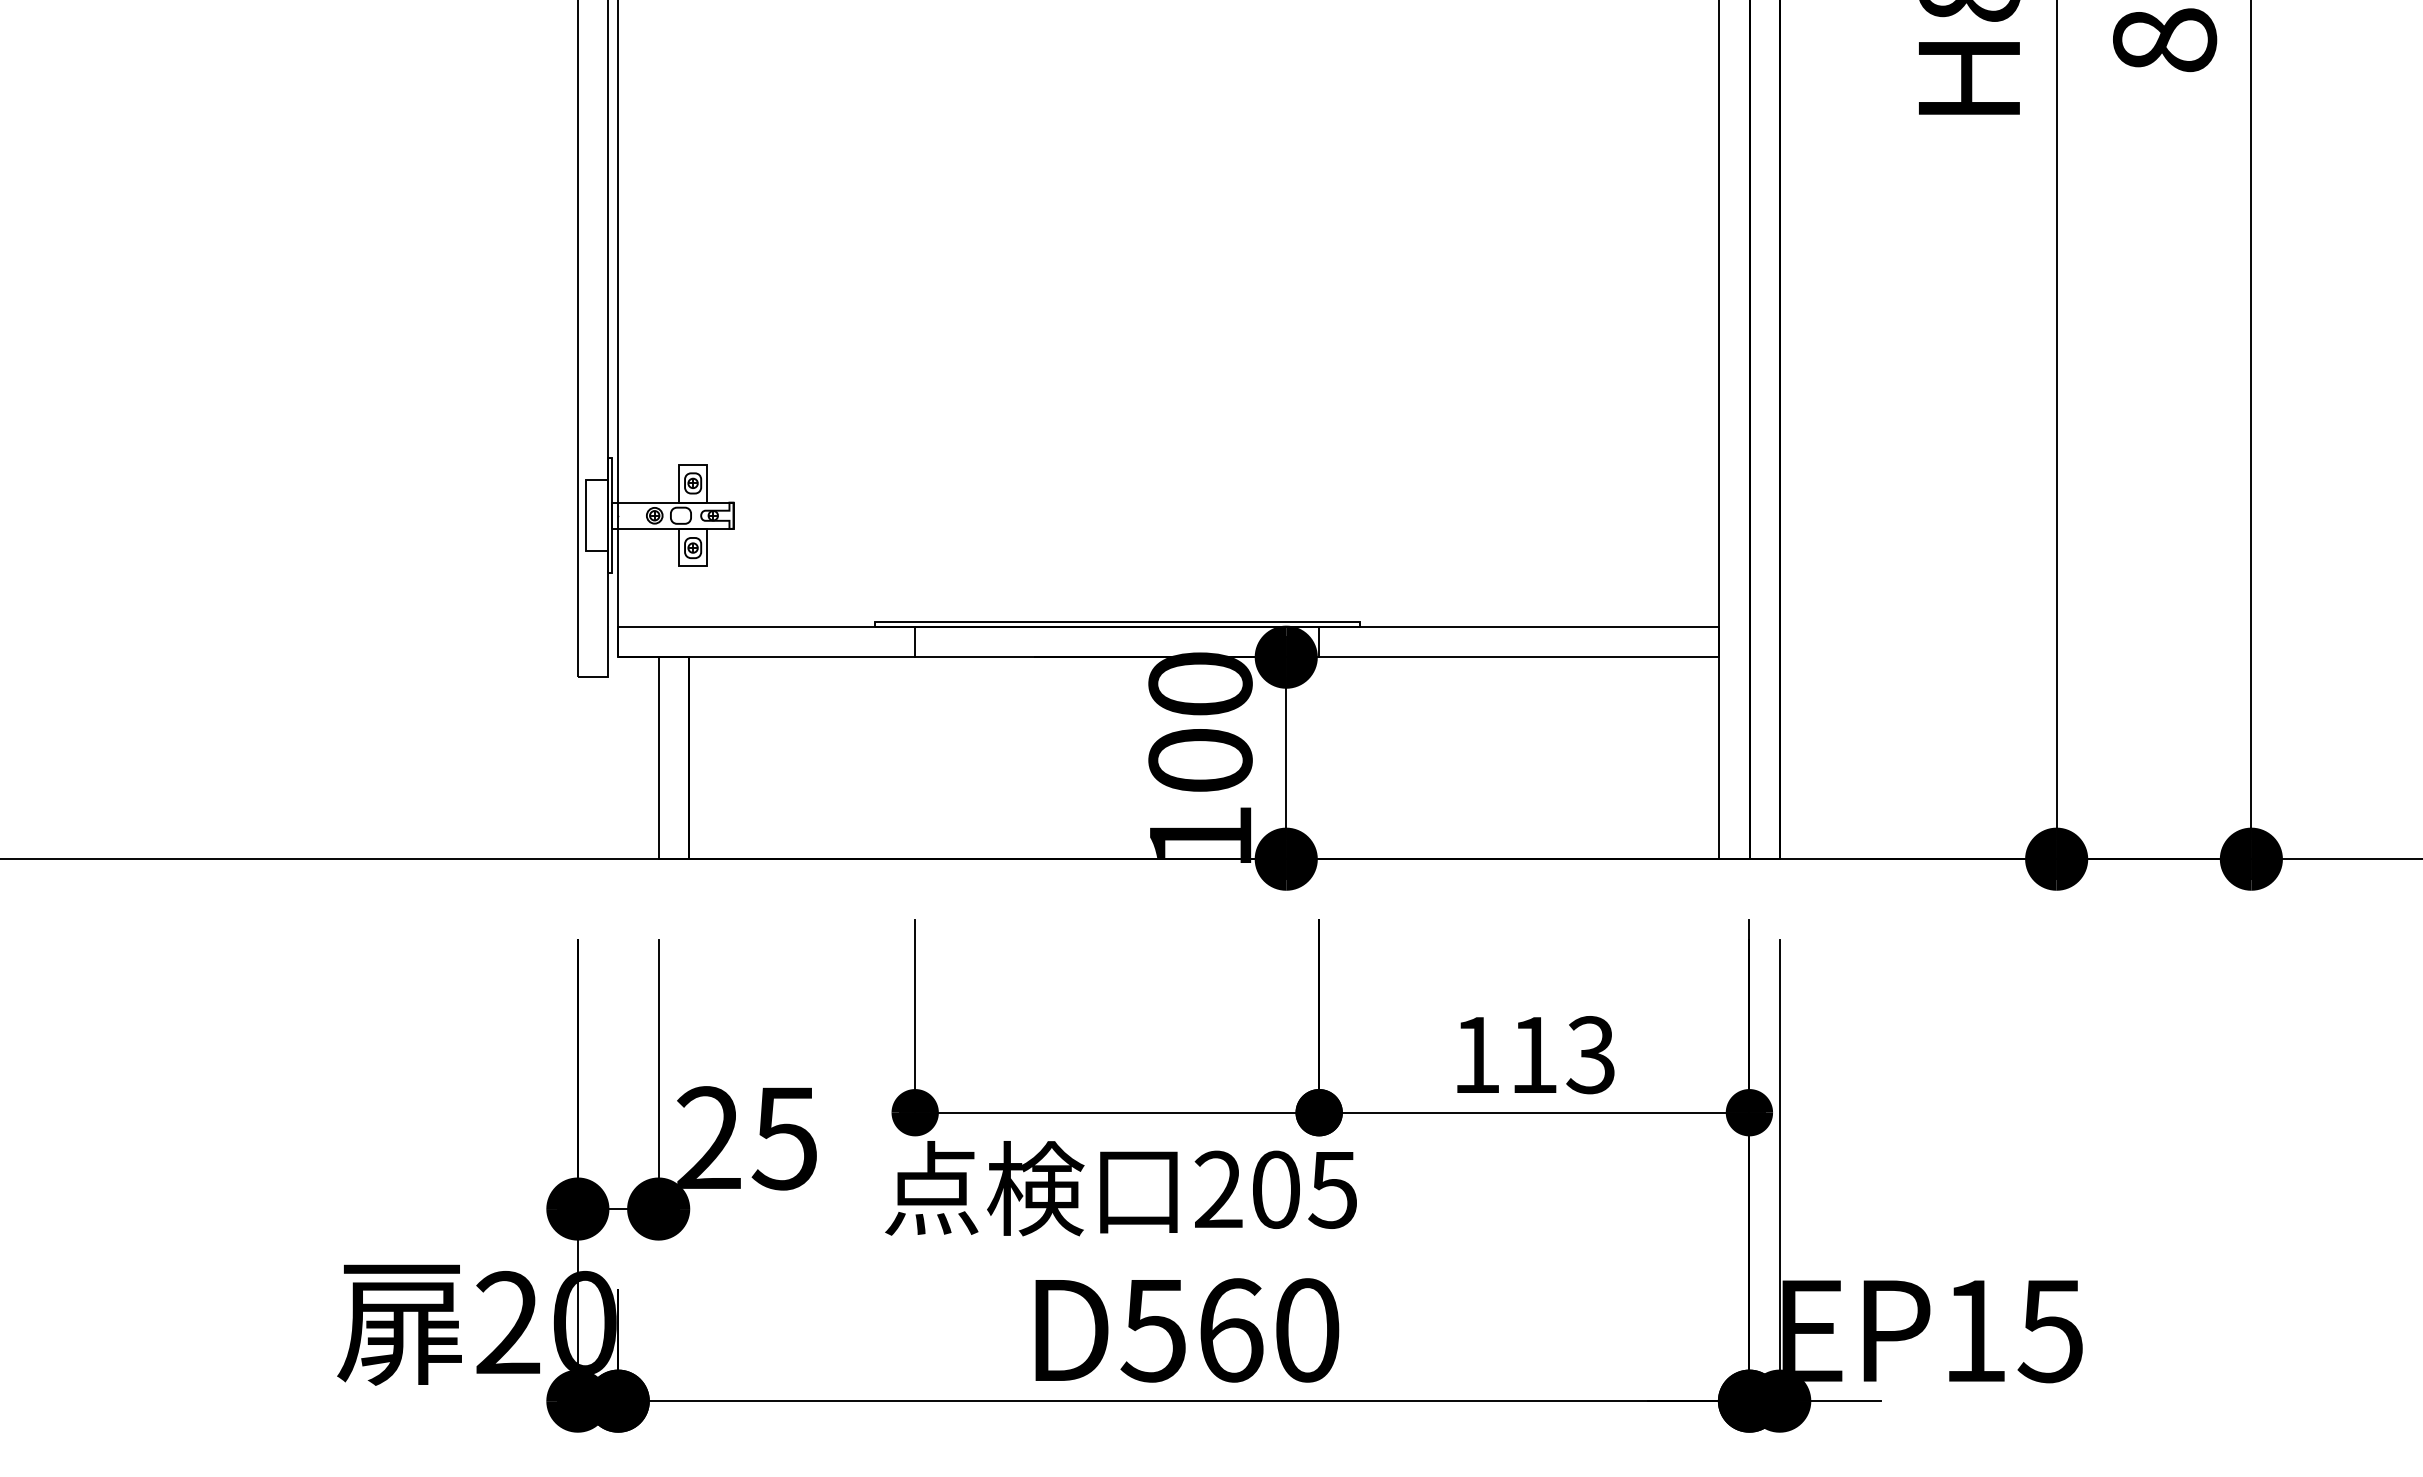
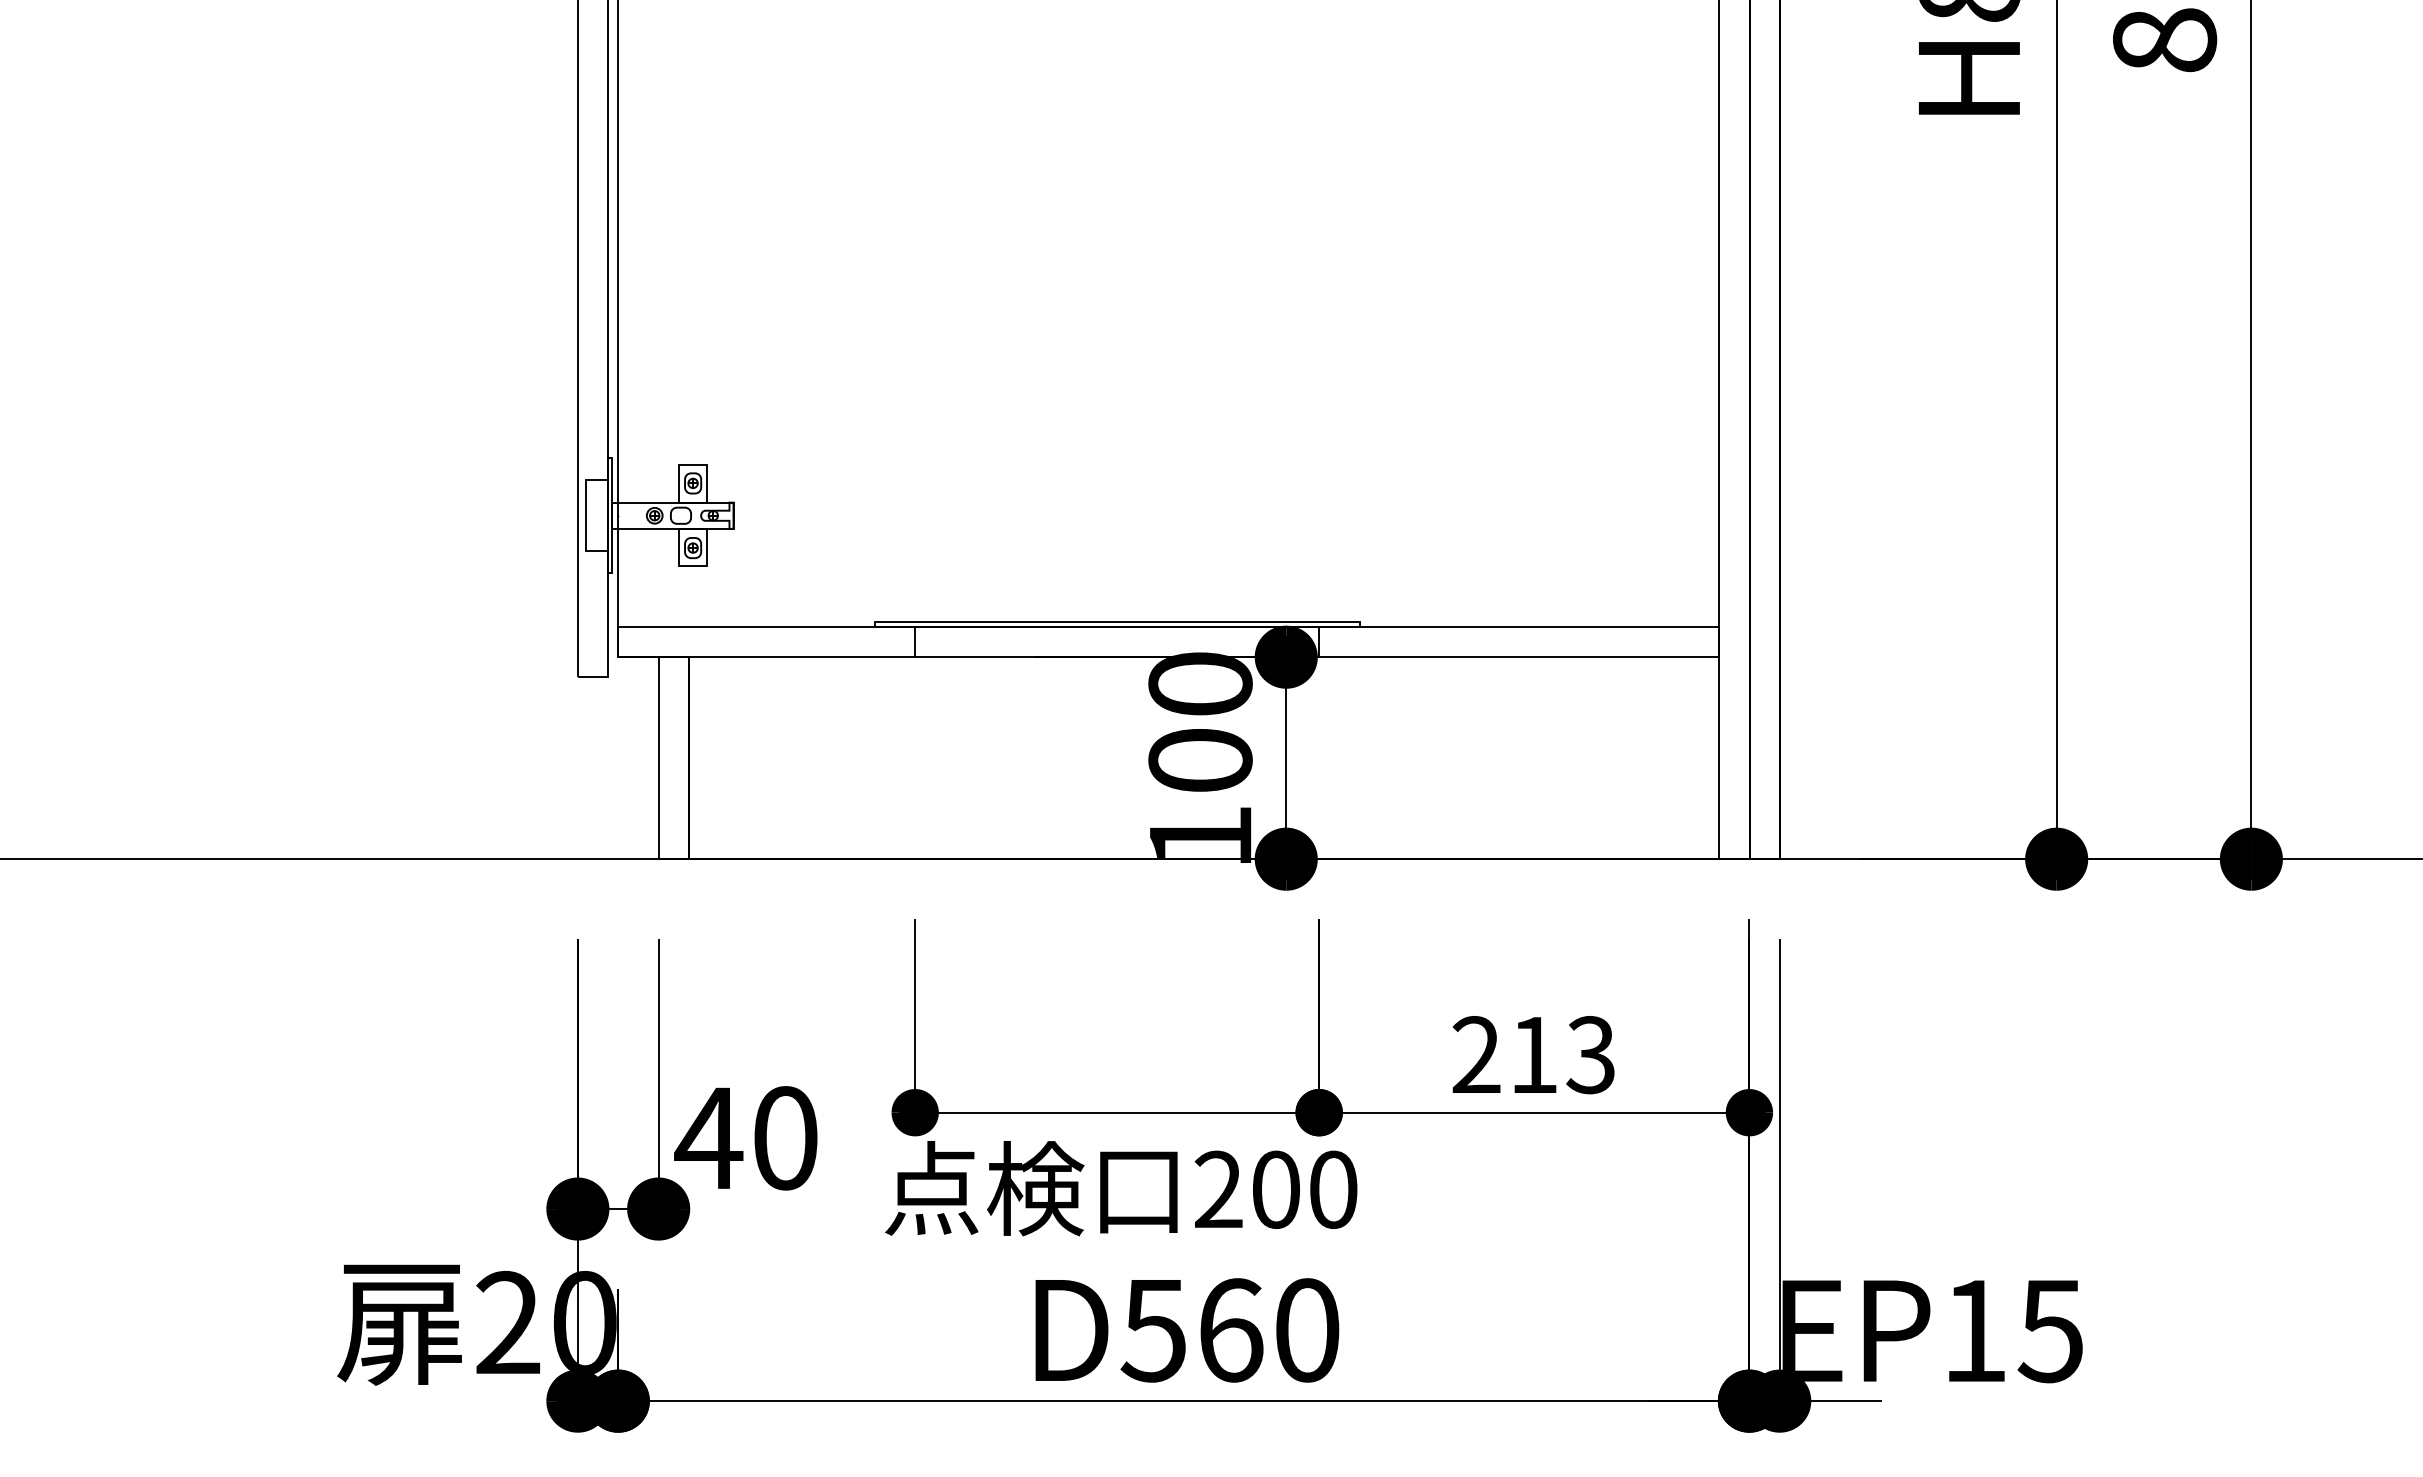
text at (1476, 1054): 113 -> 213
text at (745, 1138): 25 -> 40
text at (1332, 1189): 205 -> 200
